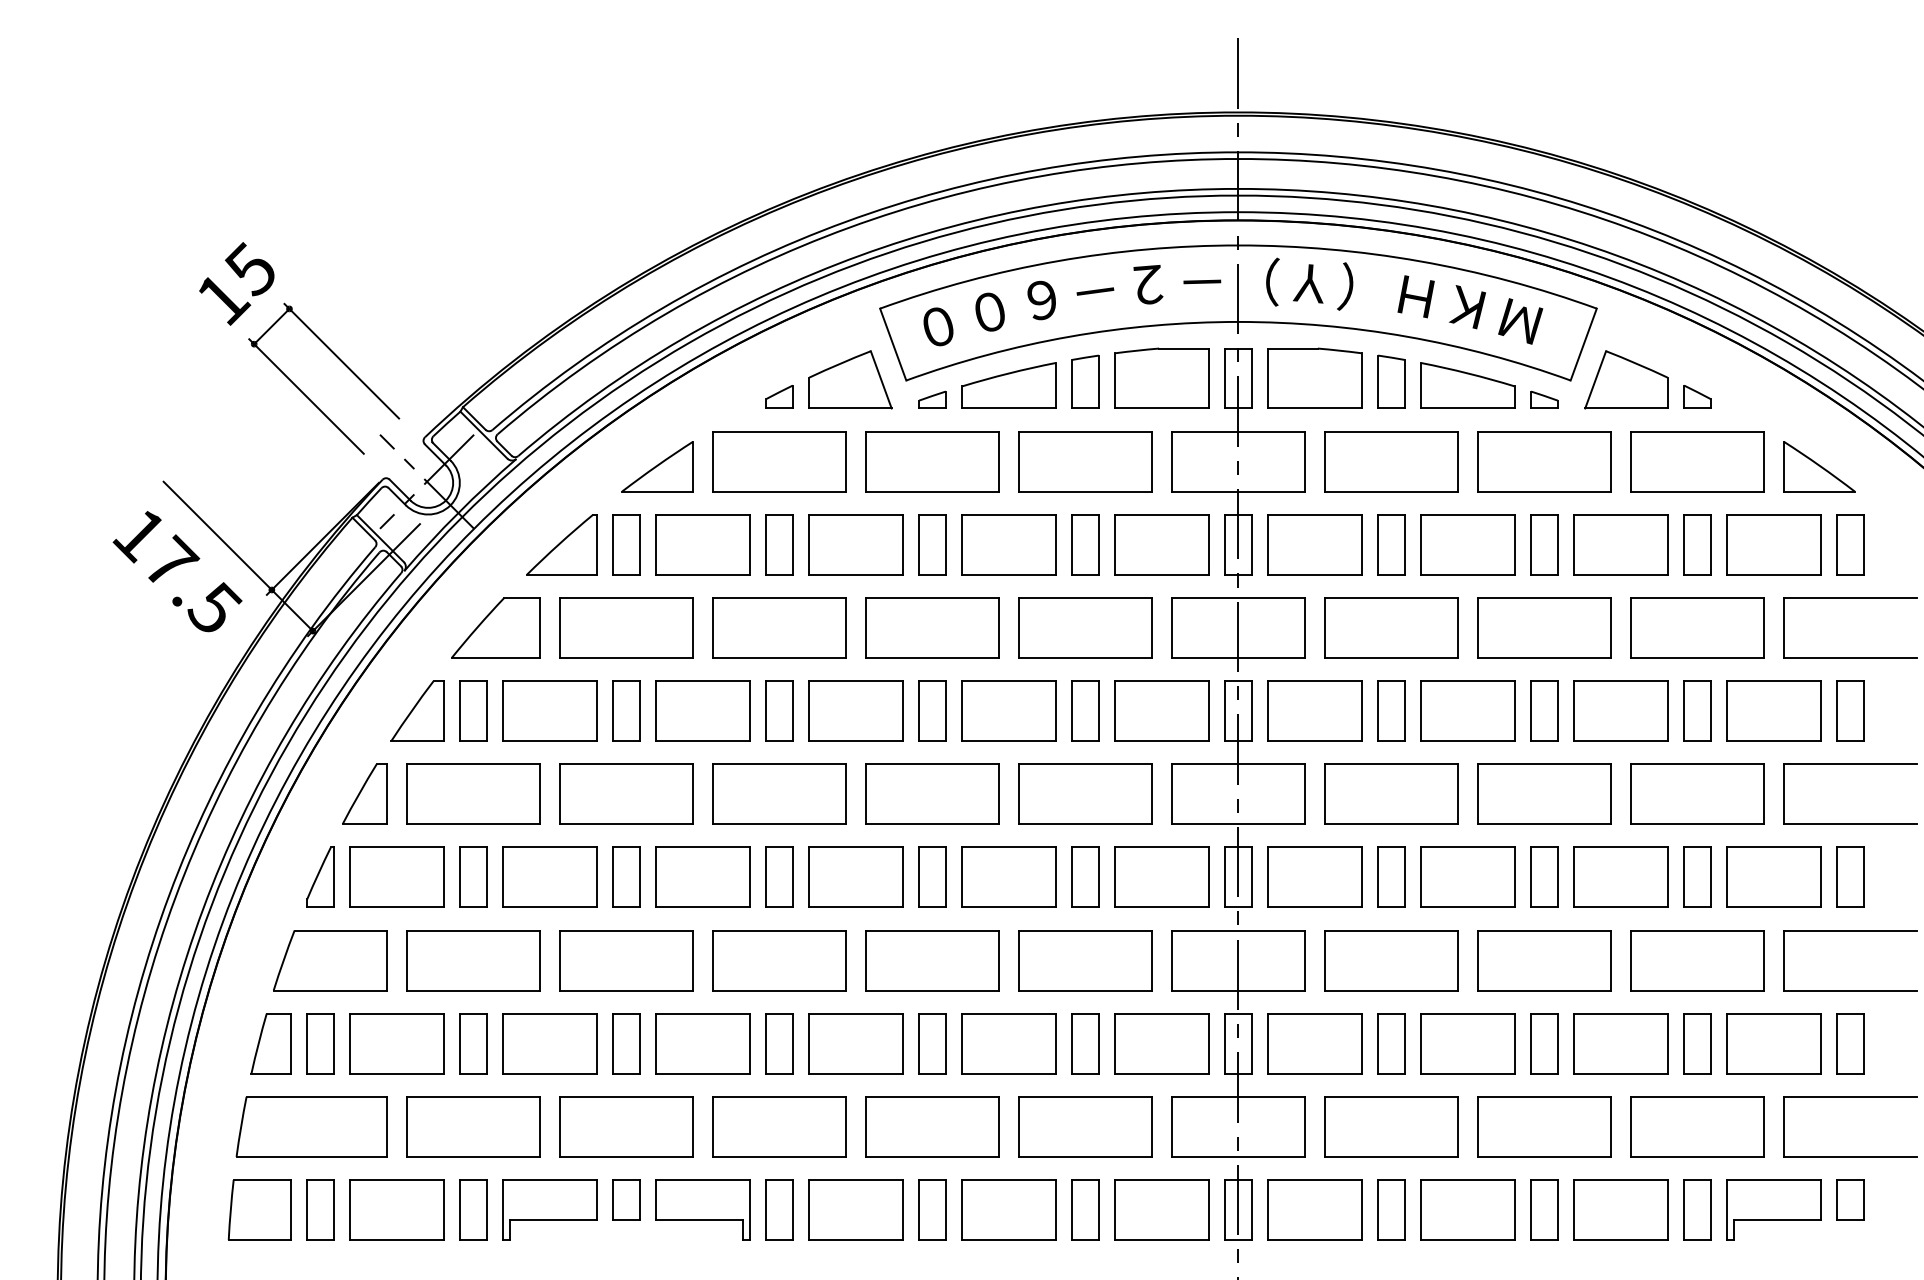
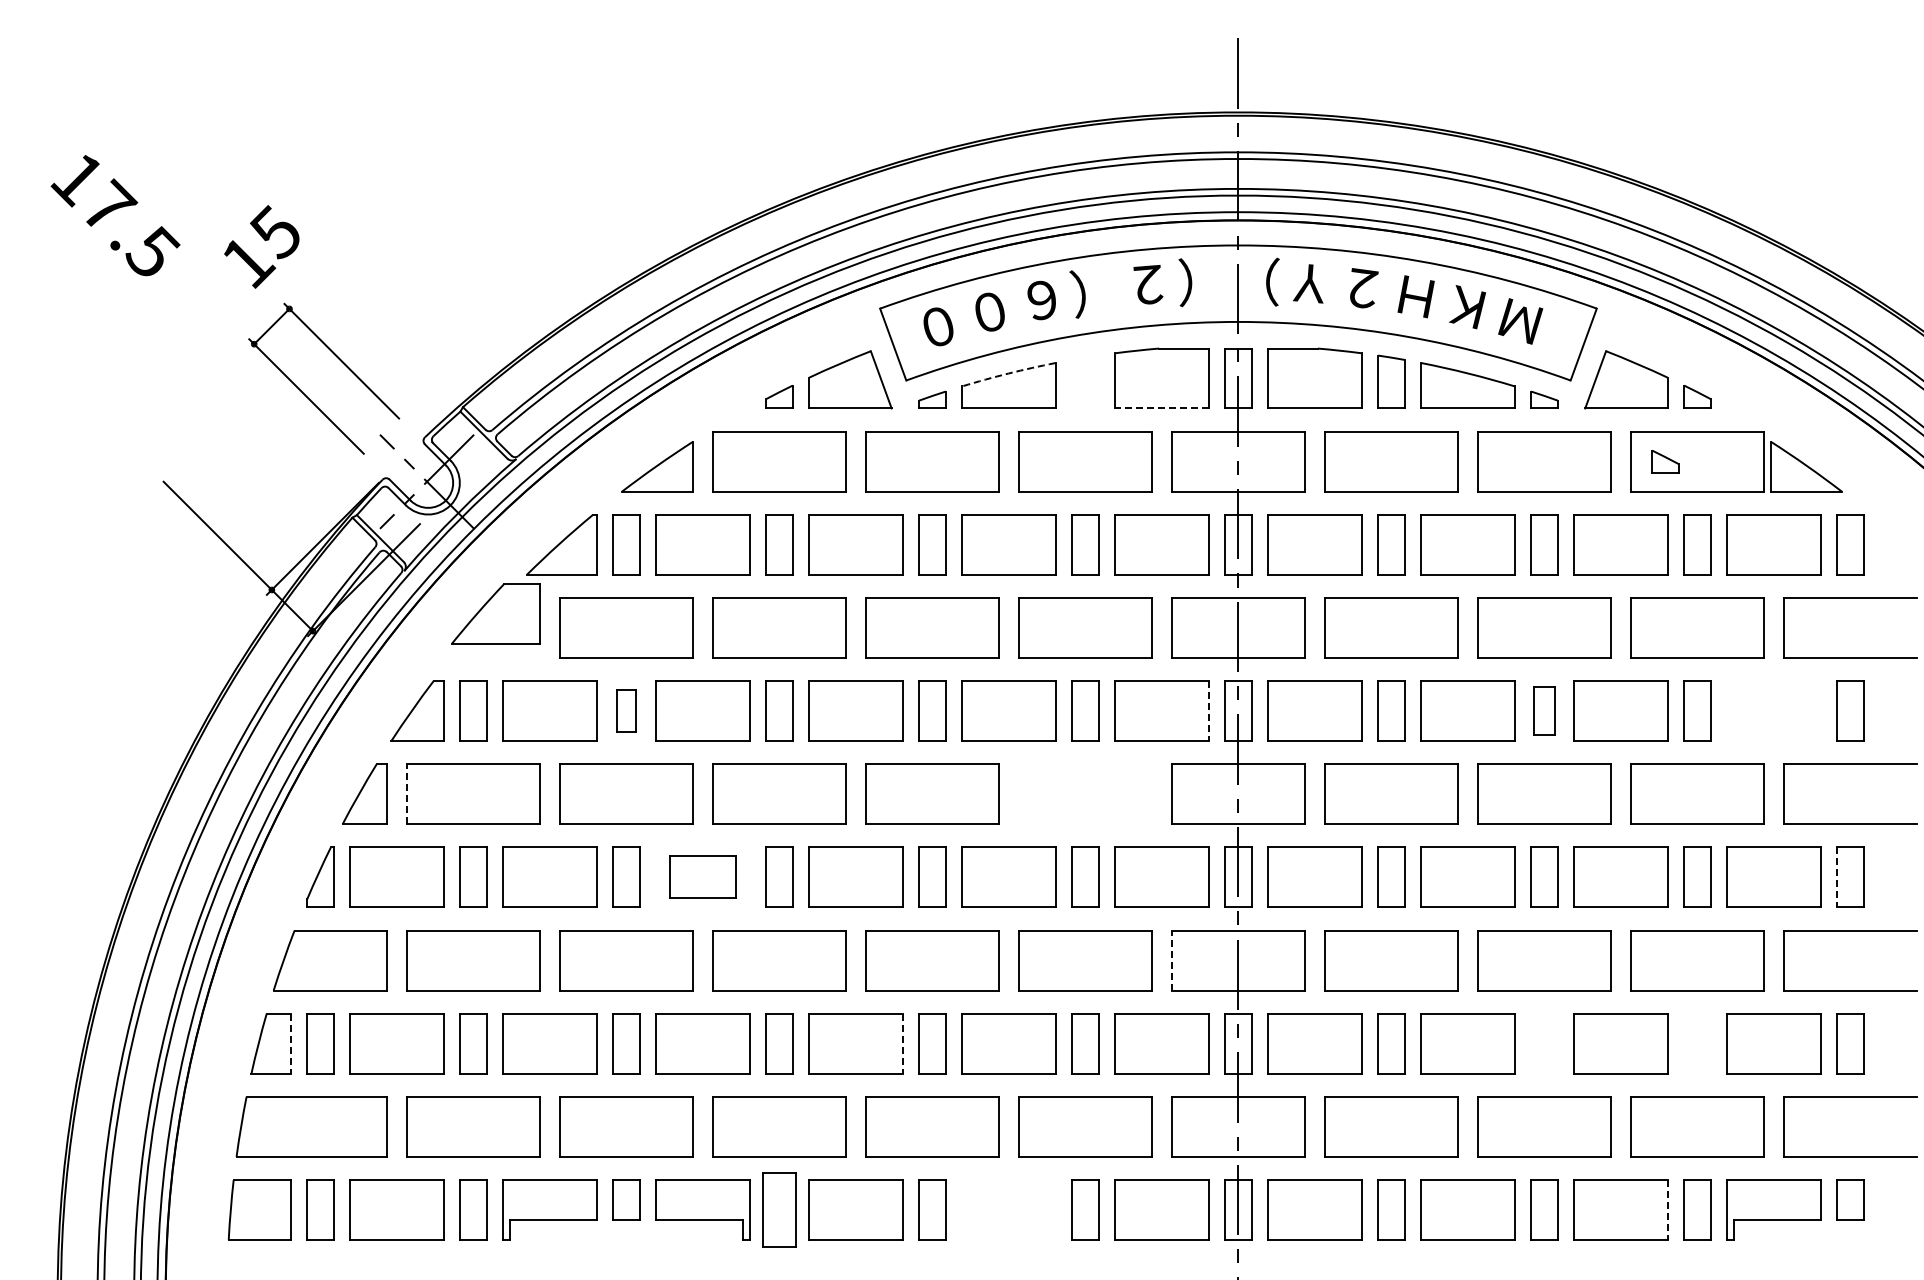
text at (1199, 282): － -> （
text at (236, 283) position: (236, 283) -> (261, 246)
text at (1357, 286): （ -> ２
text at (1091, 294): － -> （
arc at (1008, 373): solid -> dashed
part at (1085, 381): present -> none
line at (1161, 408): solid -> dashed
part at (1665, 461): none -> present
part at (1819, 466) position: (1819, 466) -> (1806, 466)
text at (177, 571) position: (177, 571) -> (115, 215)
part at (495, 627) position: (495, 627) -> (495, 613)
part at (626, 710) size: 29x62 px -> 21x44 px
part at (1544, 710) size: 29x62 px -> 23x50 px
part at (1773, 710): present -> none
line at (1208, 711): solid -> dashed
part at (1085, 793): present -> none
line at (406, 794): solid -> dashed
part at (702, 876) size: 96x62 px -> 68x44 px
line at (1837, 877): solid -> dashed
line at (1171, 960): solid -> dashed
line at (290, 1043): solid -> dashed
line at (902, 1043): solid -> dashed
part at (1544, 1043): present -> none
part at (1697, 1043): present -> none
part at (779, 1209) size: 29x62 px -> 35x76 px
part at (1008, 1209): present -> none
line at (1667, 1210): solid -> dashed
